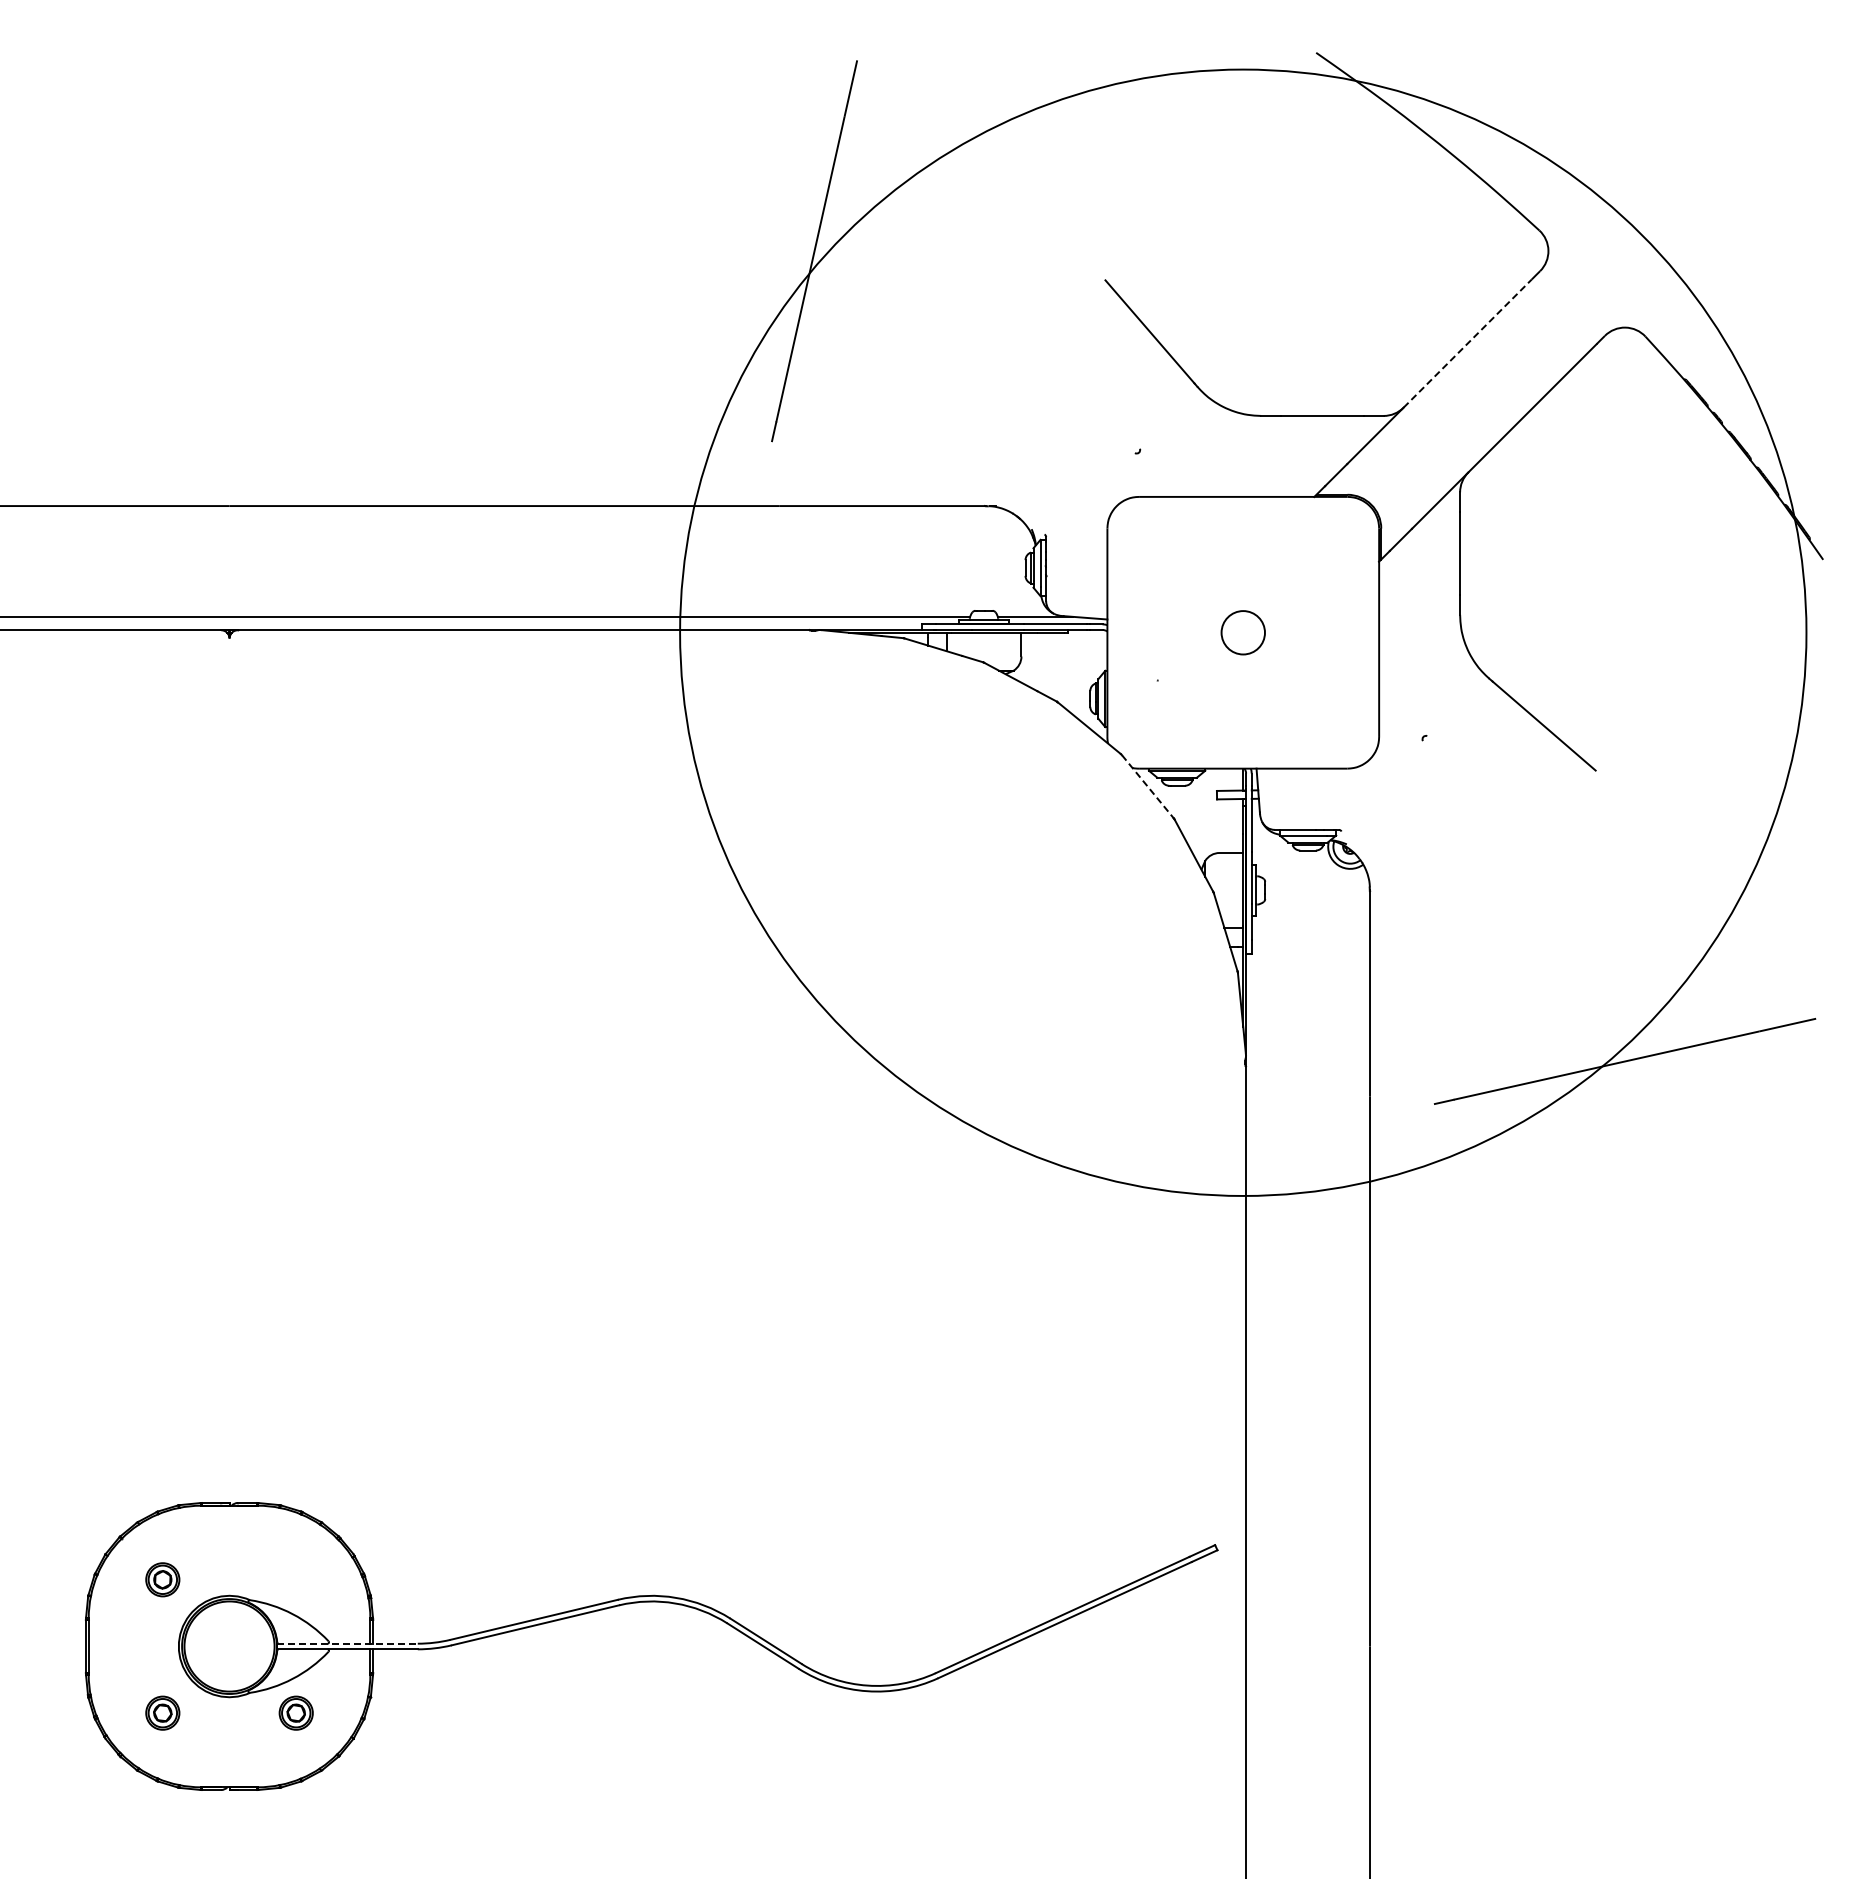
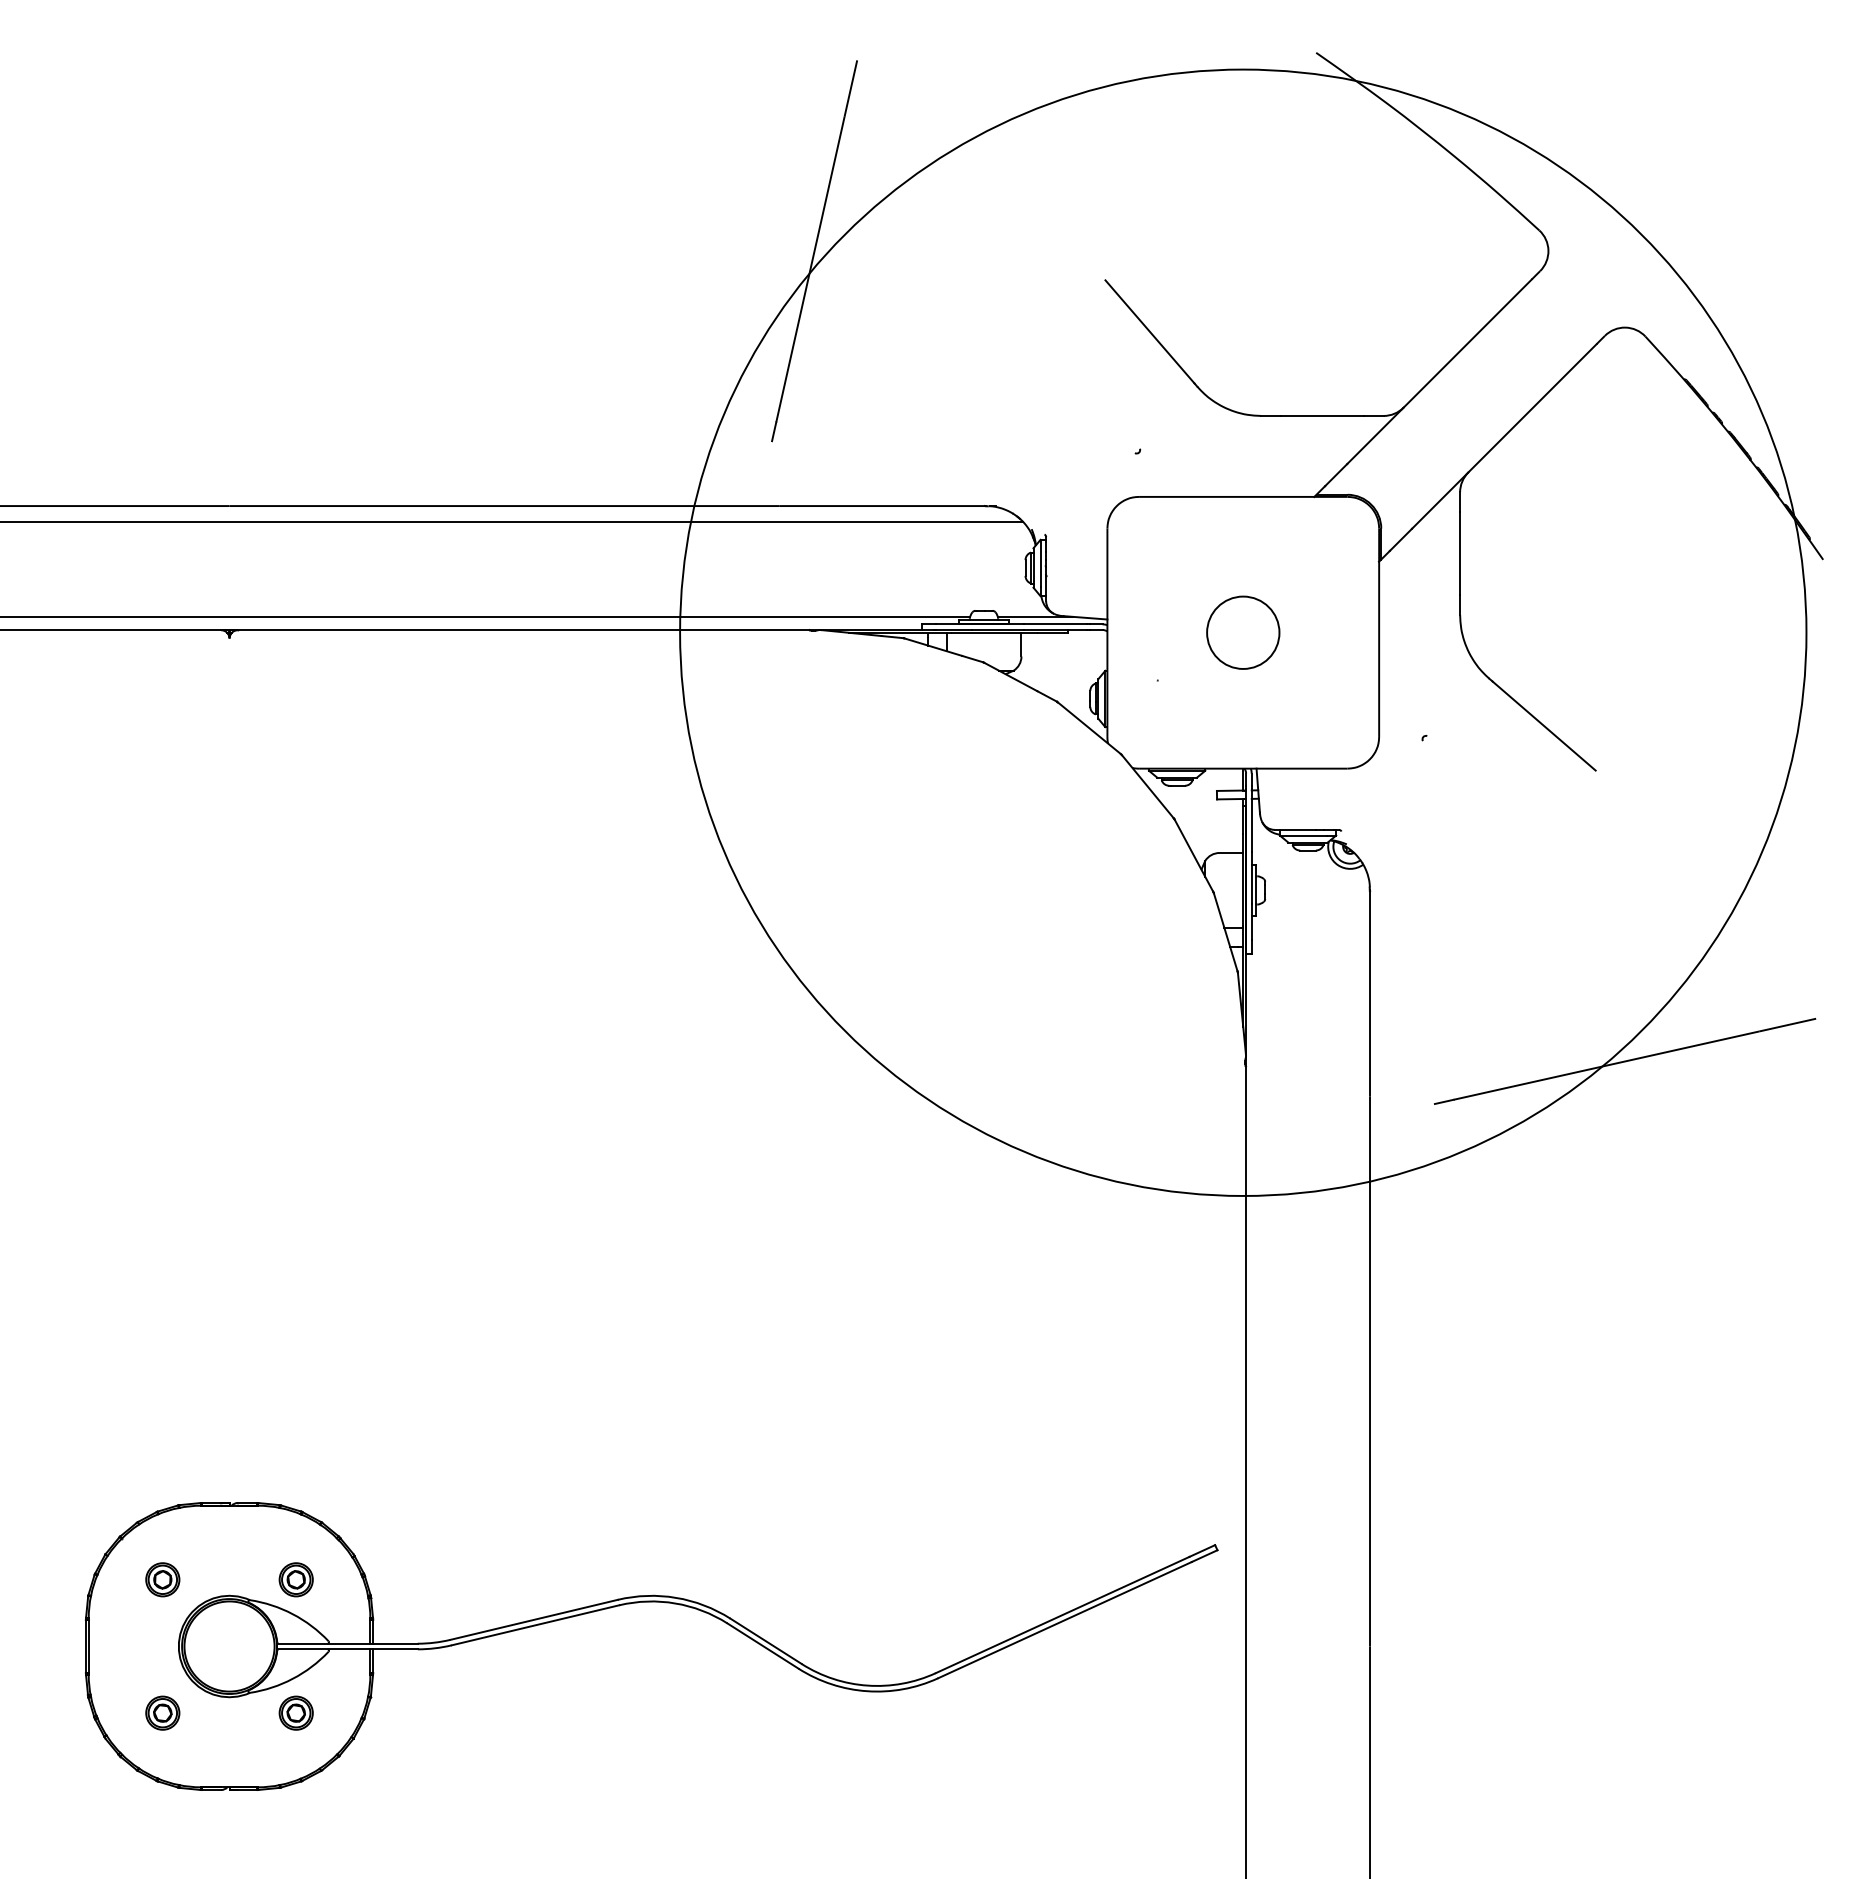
line at (1467, 343): dashed -> solid
line at (512, 521): none -> present
circle at (1242, 632) diameter: 43 px -> 72 px
line at (1148, 787): dashed -> solid
part at (295, 1579): none -> present
line at (347, 1643): dashed -> solid
